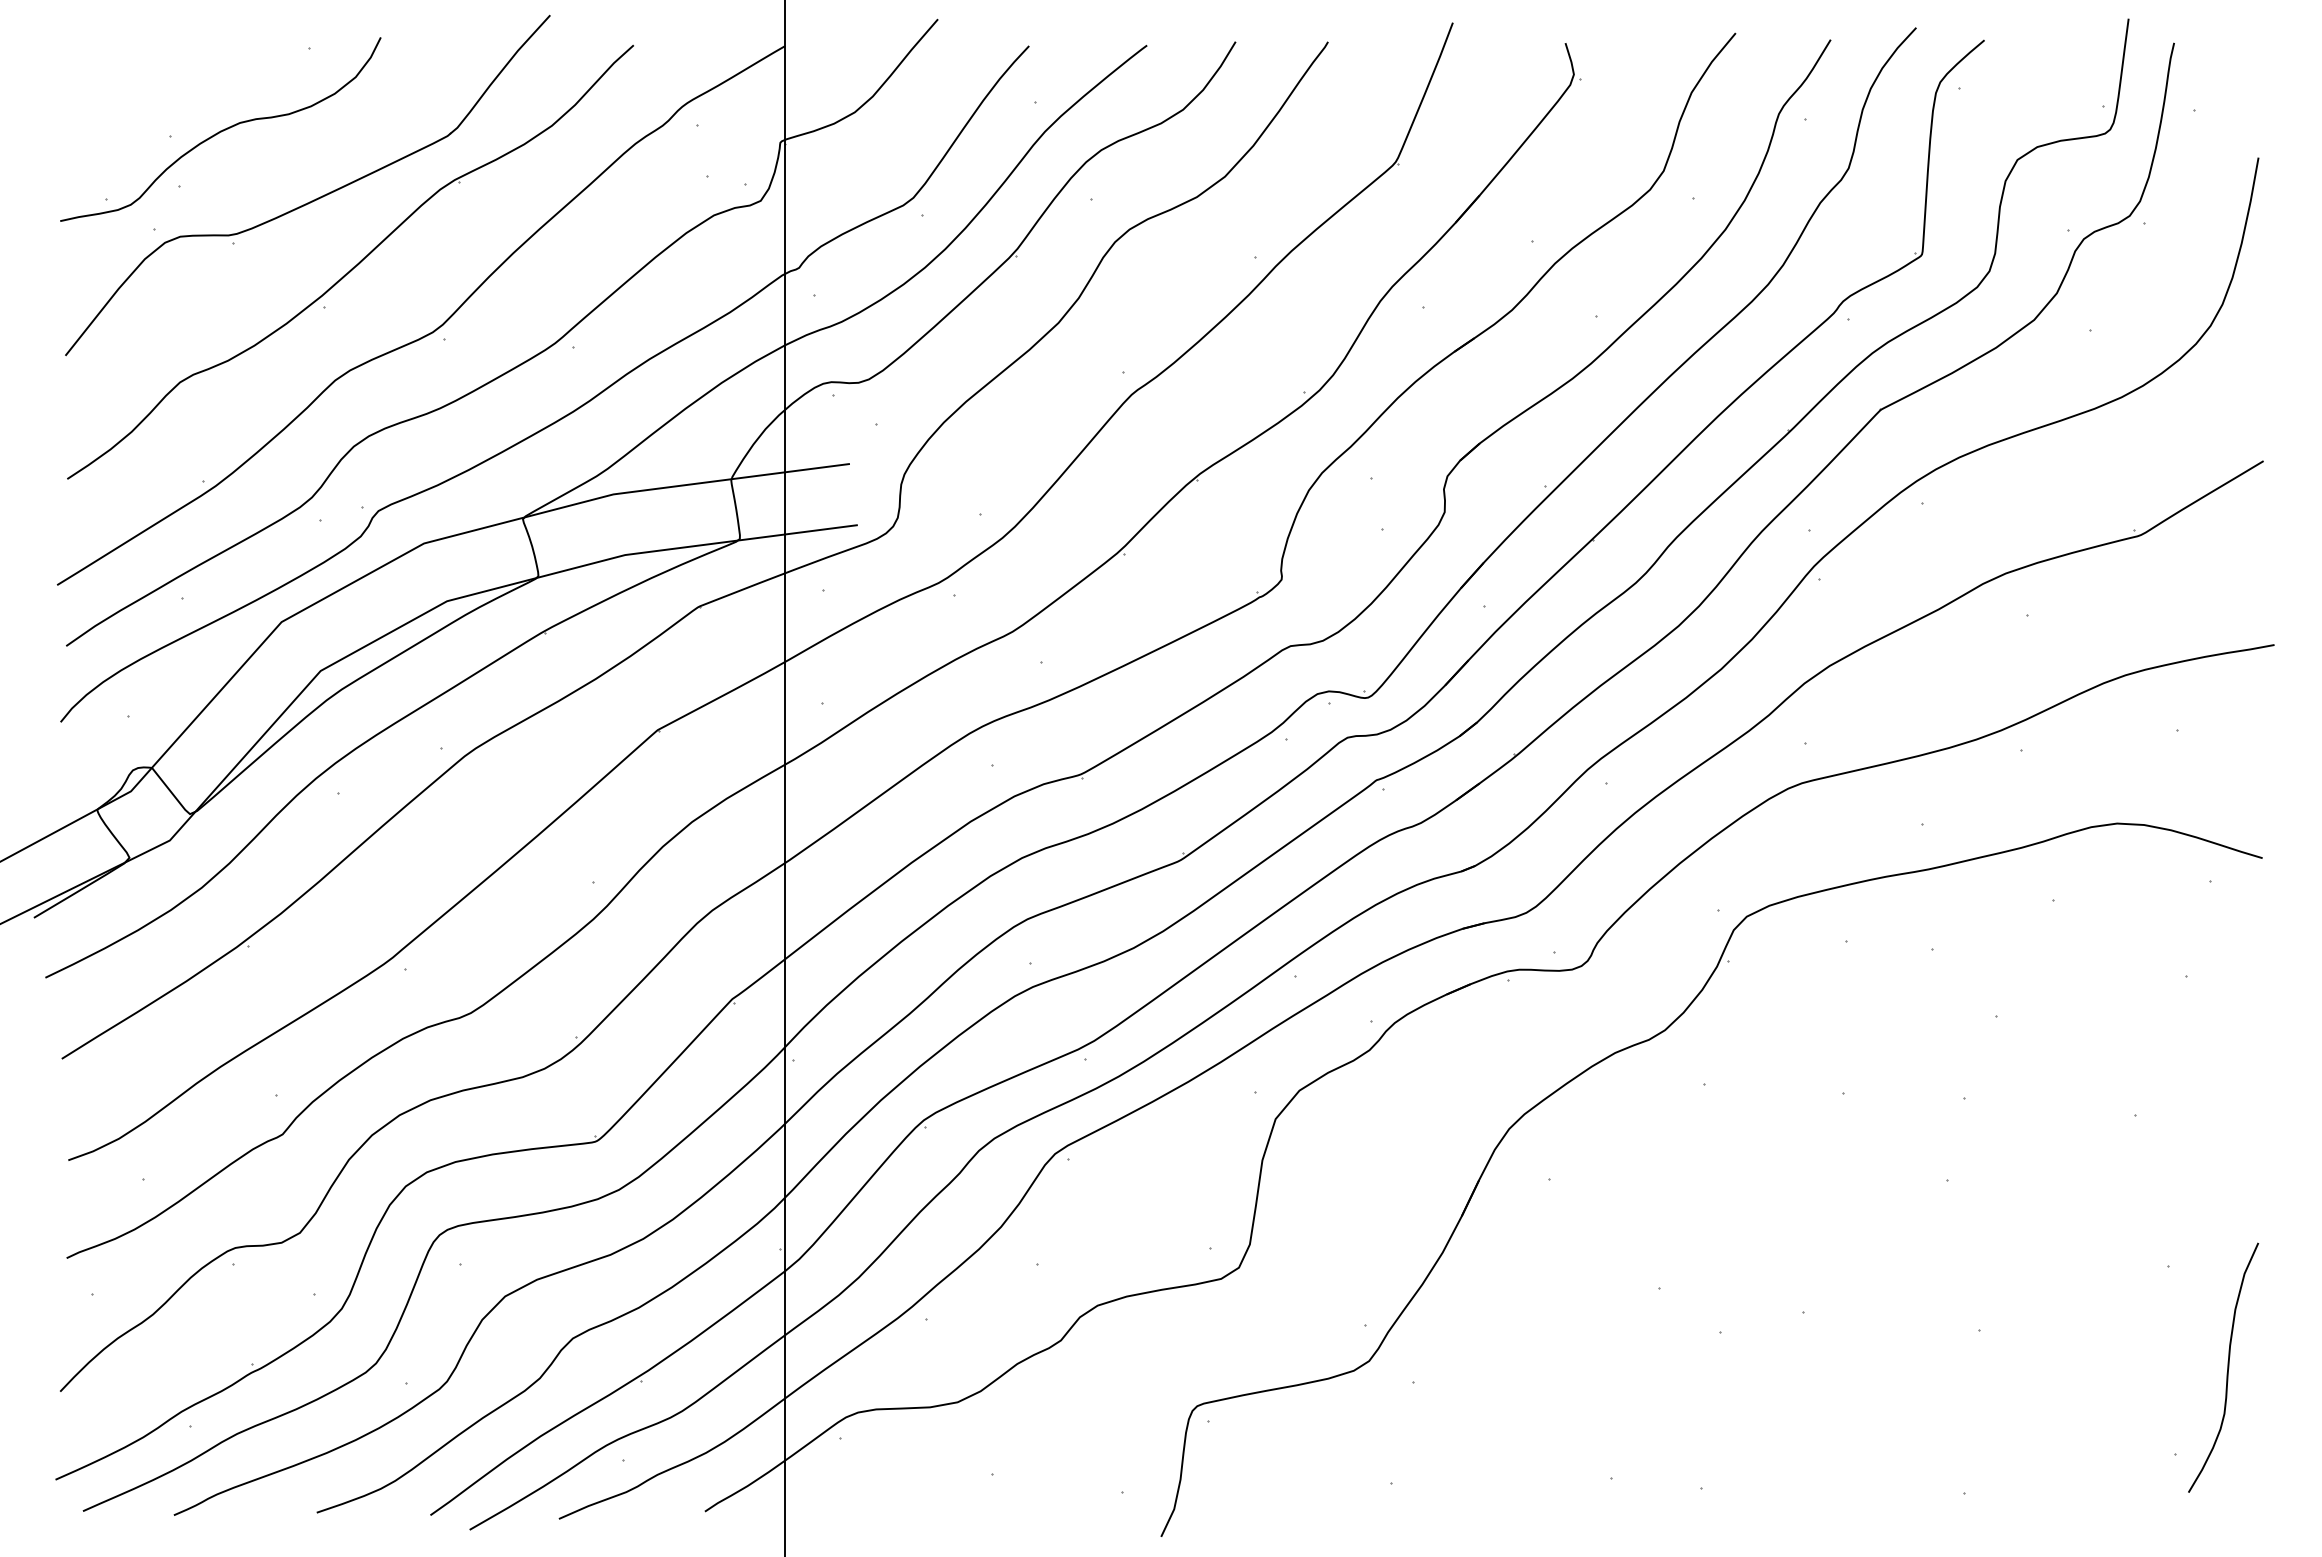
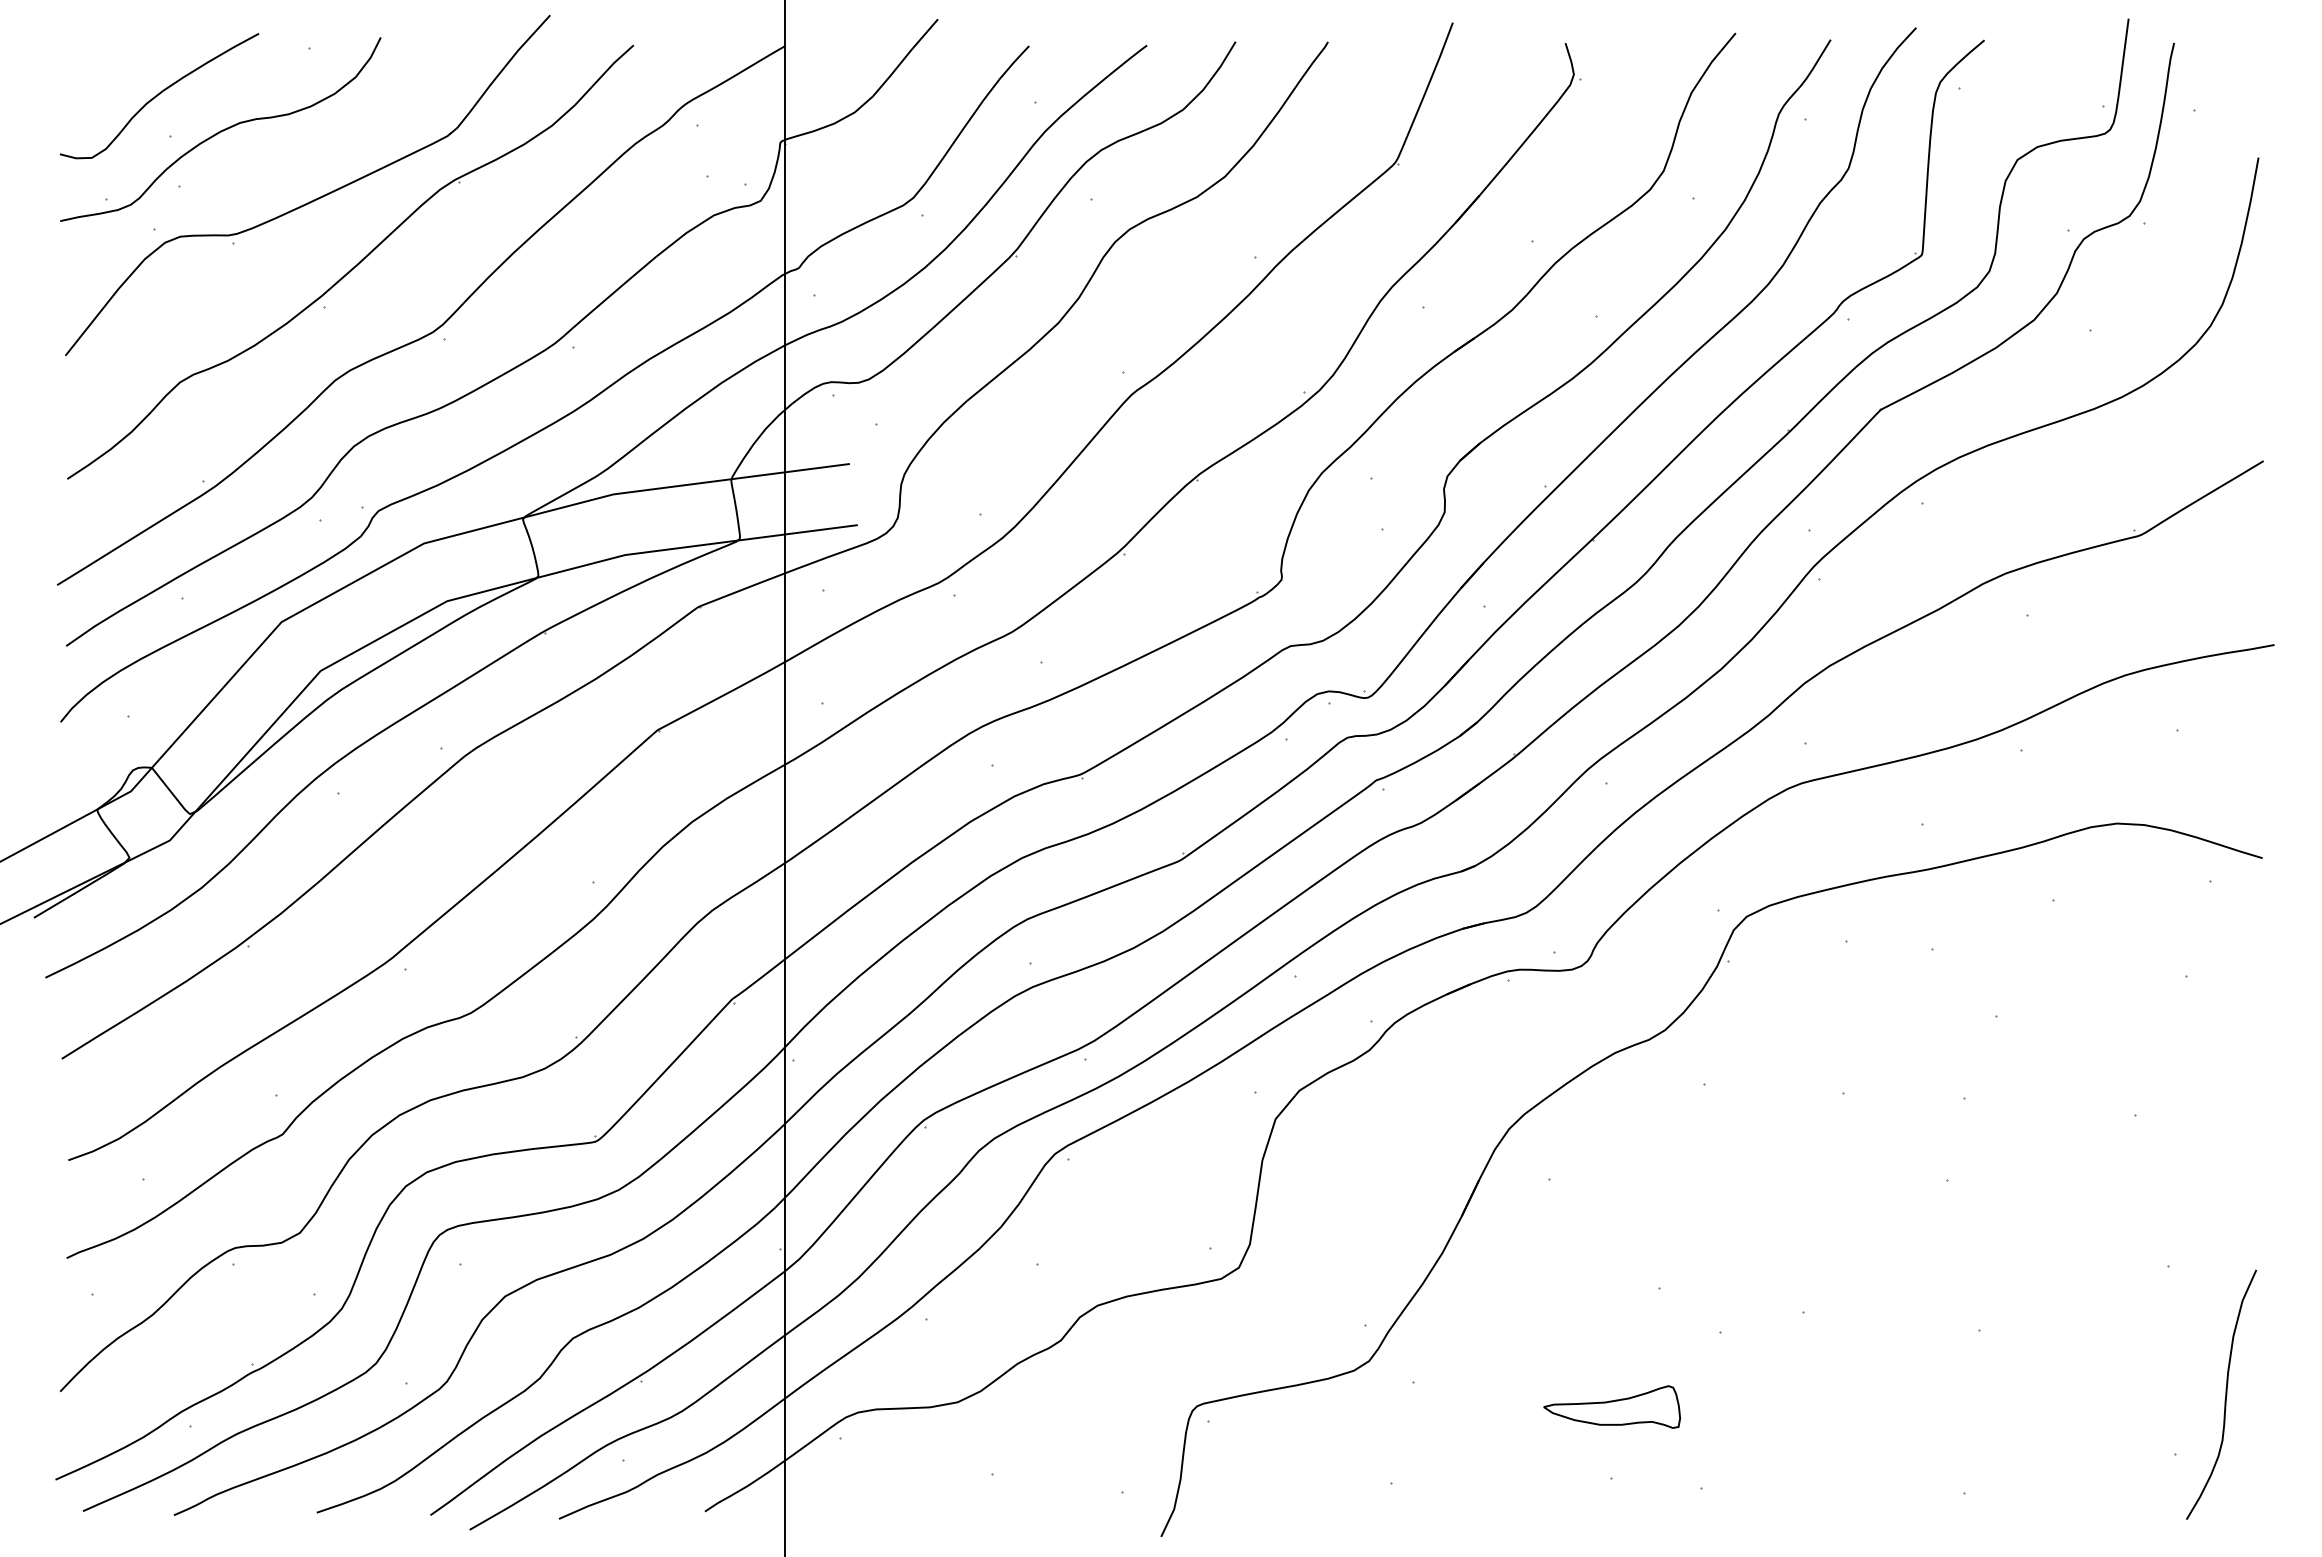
curve at (158, 95): none -> present
curve at (2227, 1367) position: (2227, 1367) -> (2225, 1394)
part at (1611, 1406): none -> present
